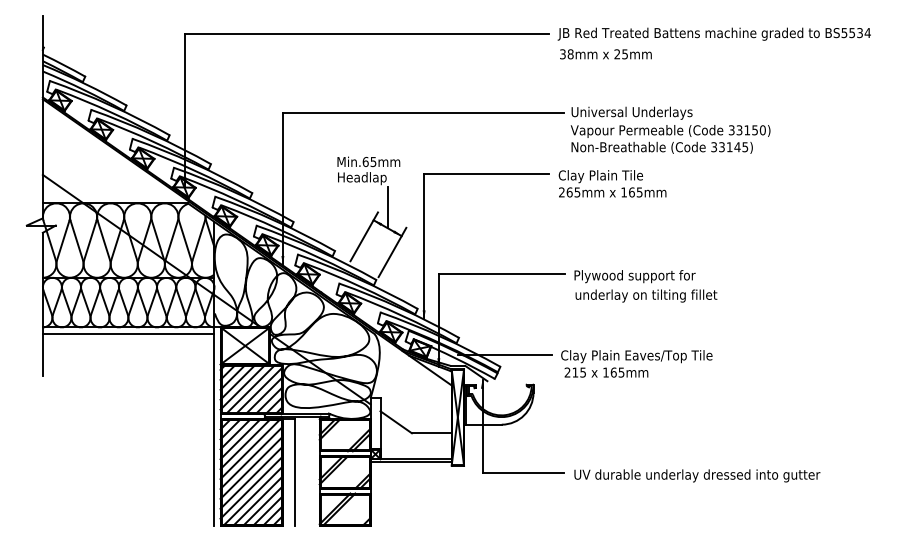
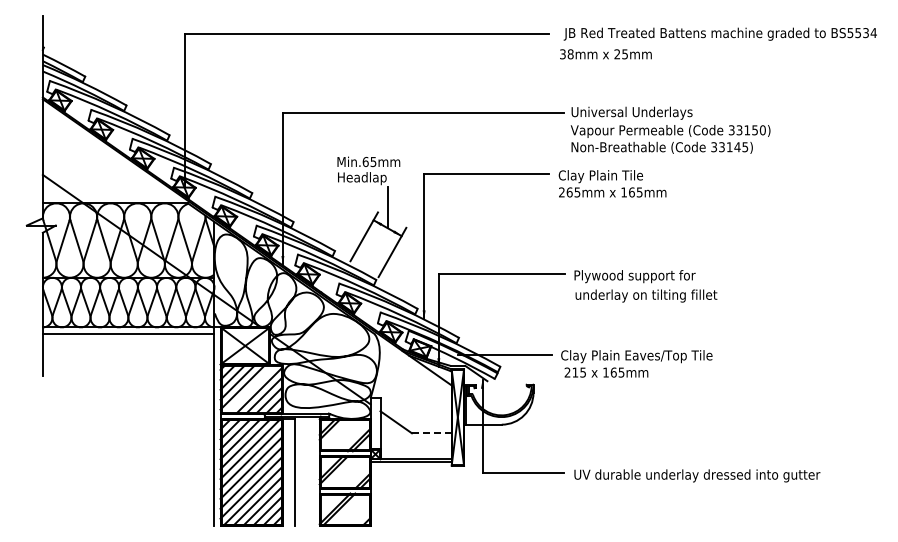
text at (713, 33) position: (713, 33) -> (719, 33)
line at (250, 389): present -> none
line at (431, 433): solid -> dashed
